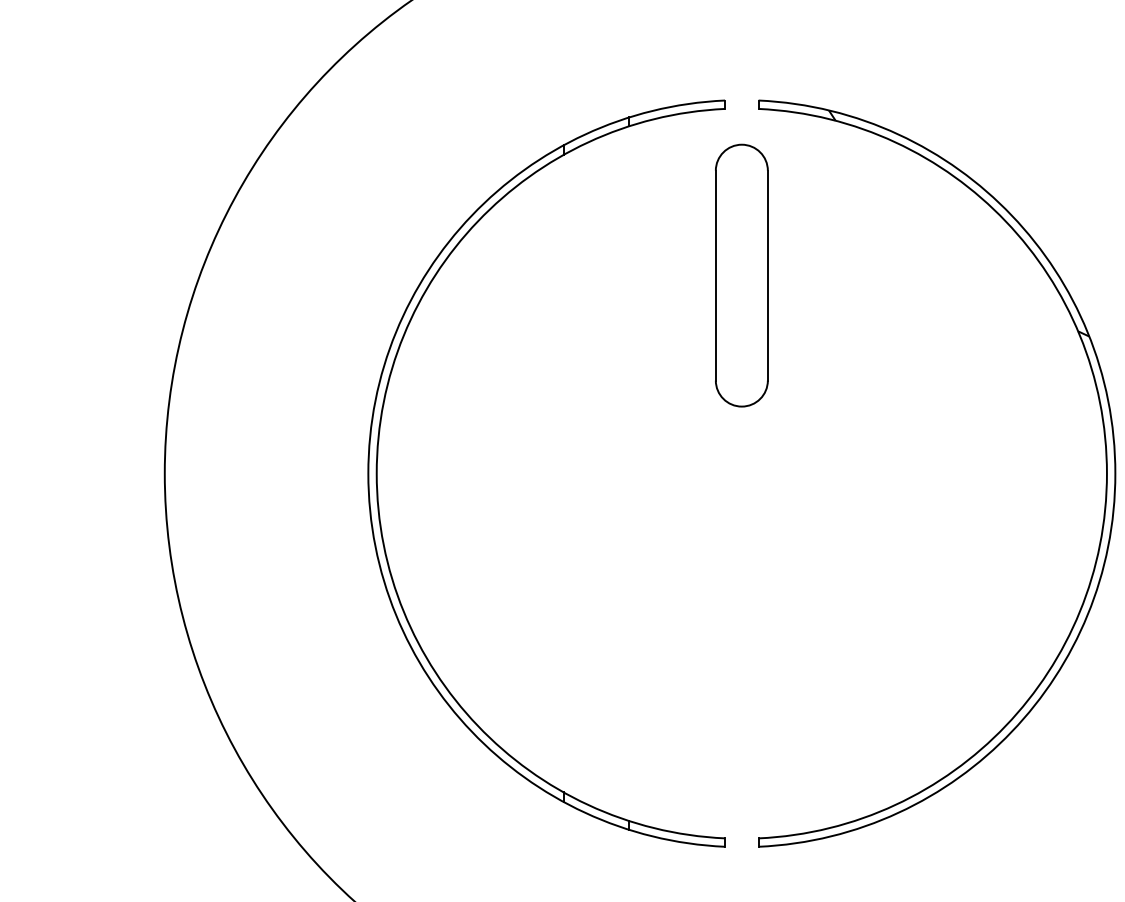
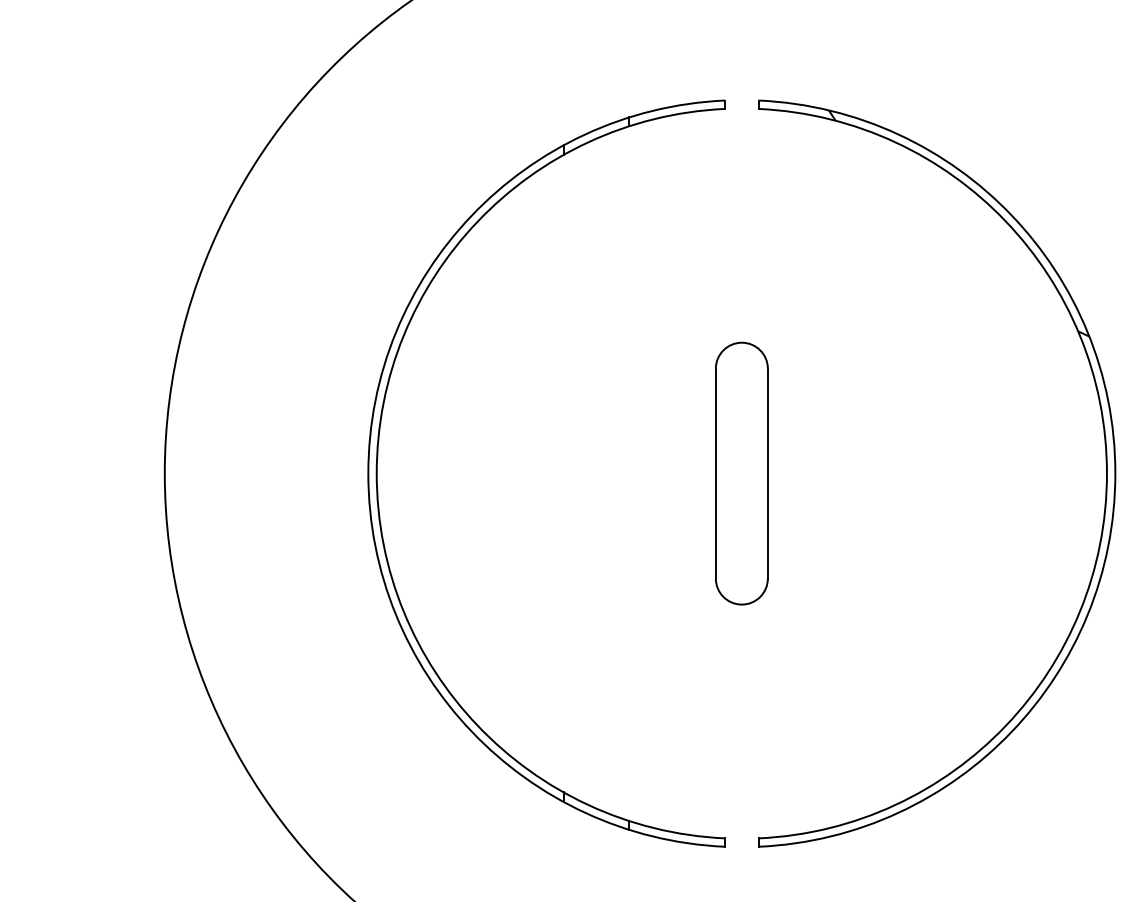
part at (741, 275) position: (741, 275) -> (741, 473)
